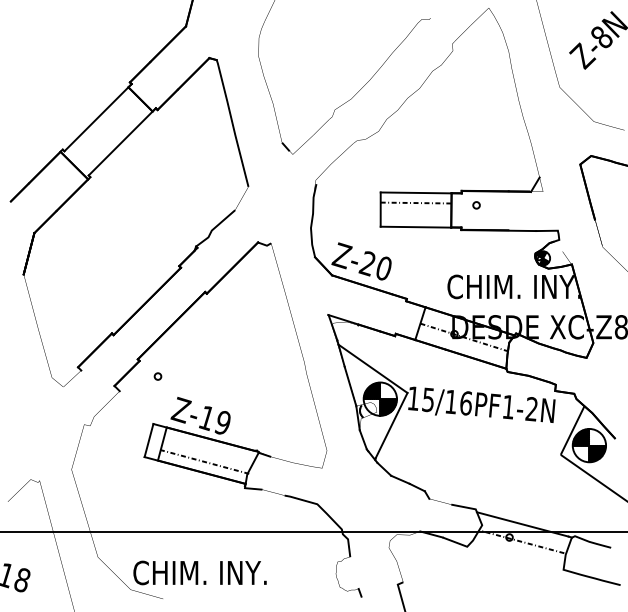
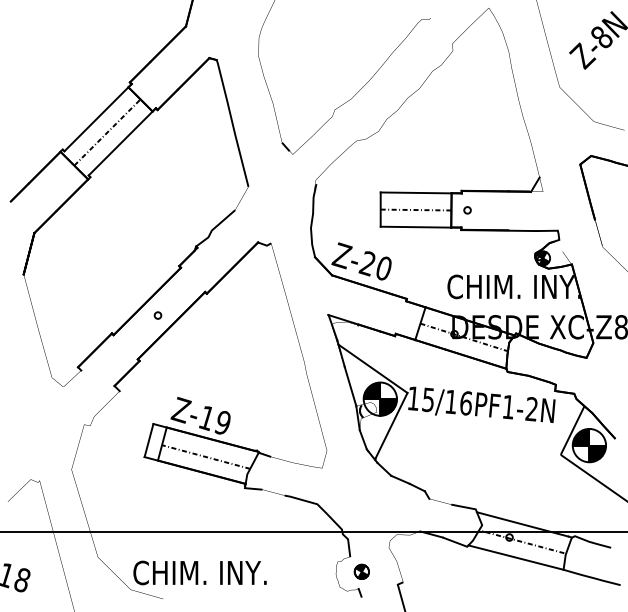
line at (107, 132): none -> present
line at (415, 202) position: (415, 202) -> (415, 209)
circle at (476, 205) position: (476, 205) -> (467, 210)
circle at (157, 376) position: (157, 376) -> (157, 315)
line at (205, 461) position: (205, 461) -> (206, 456)
line at (515, 557): none -> present
part at (361, 571): none -> present
